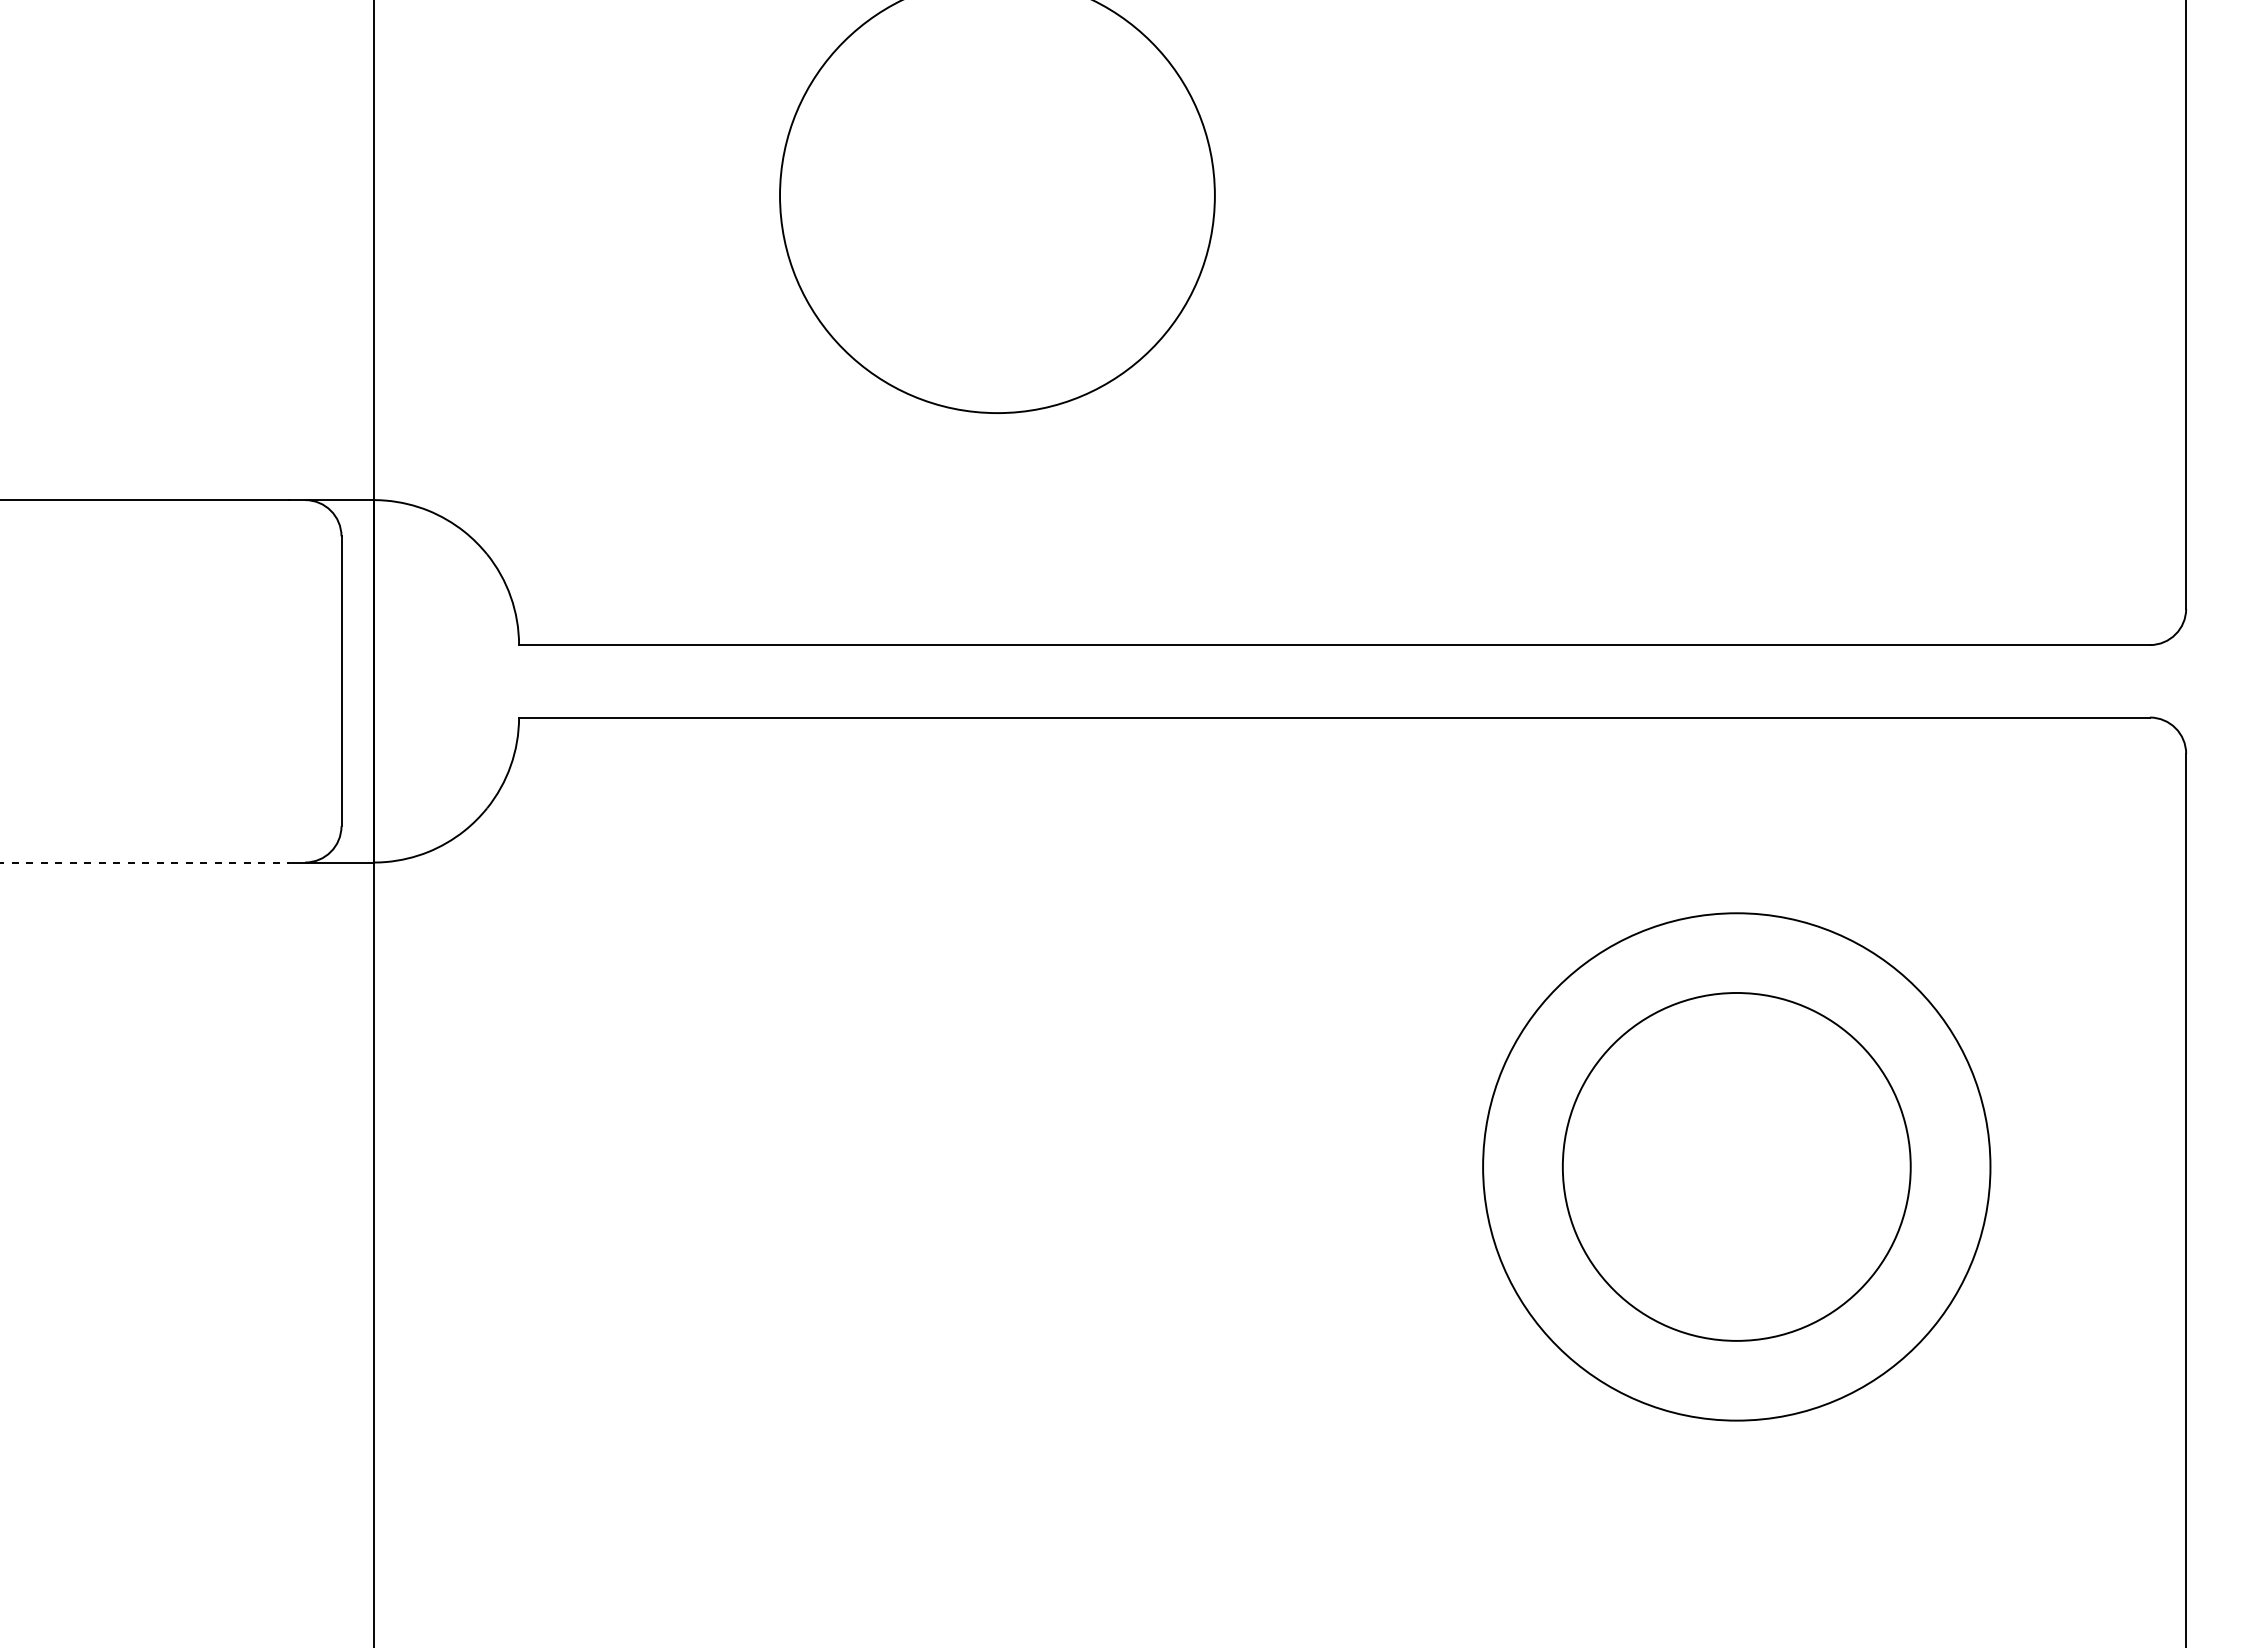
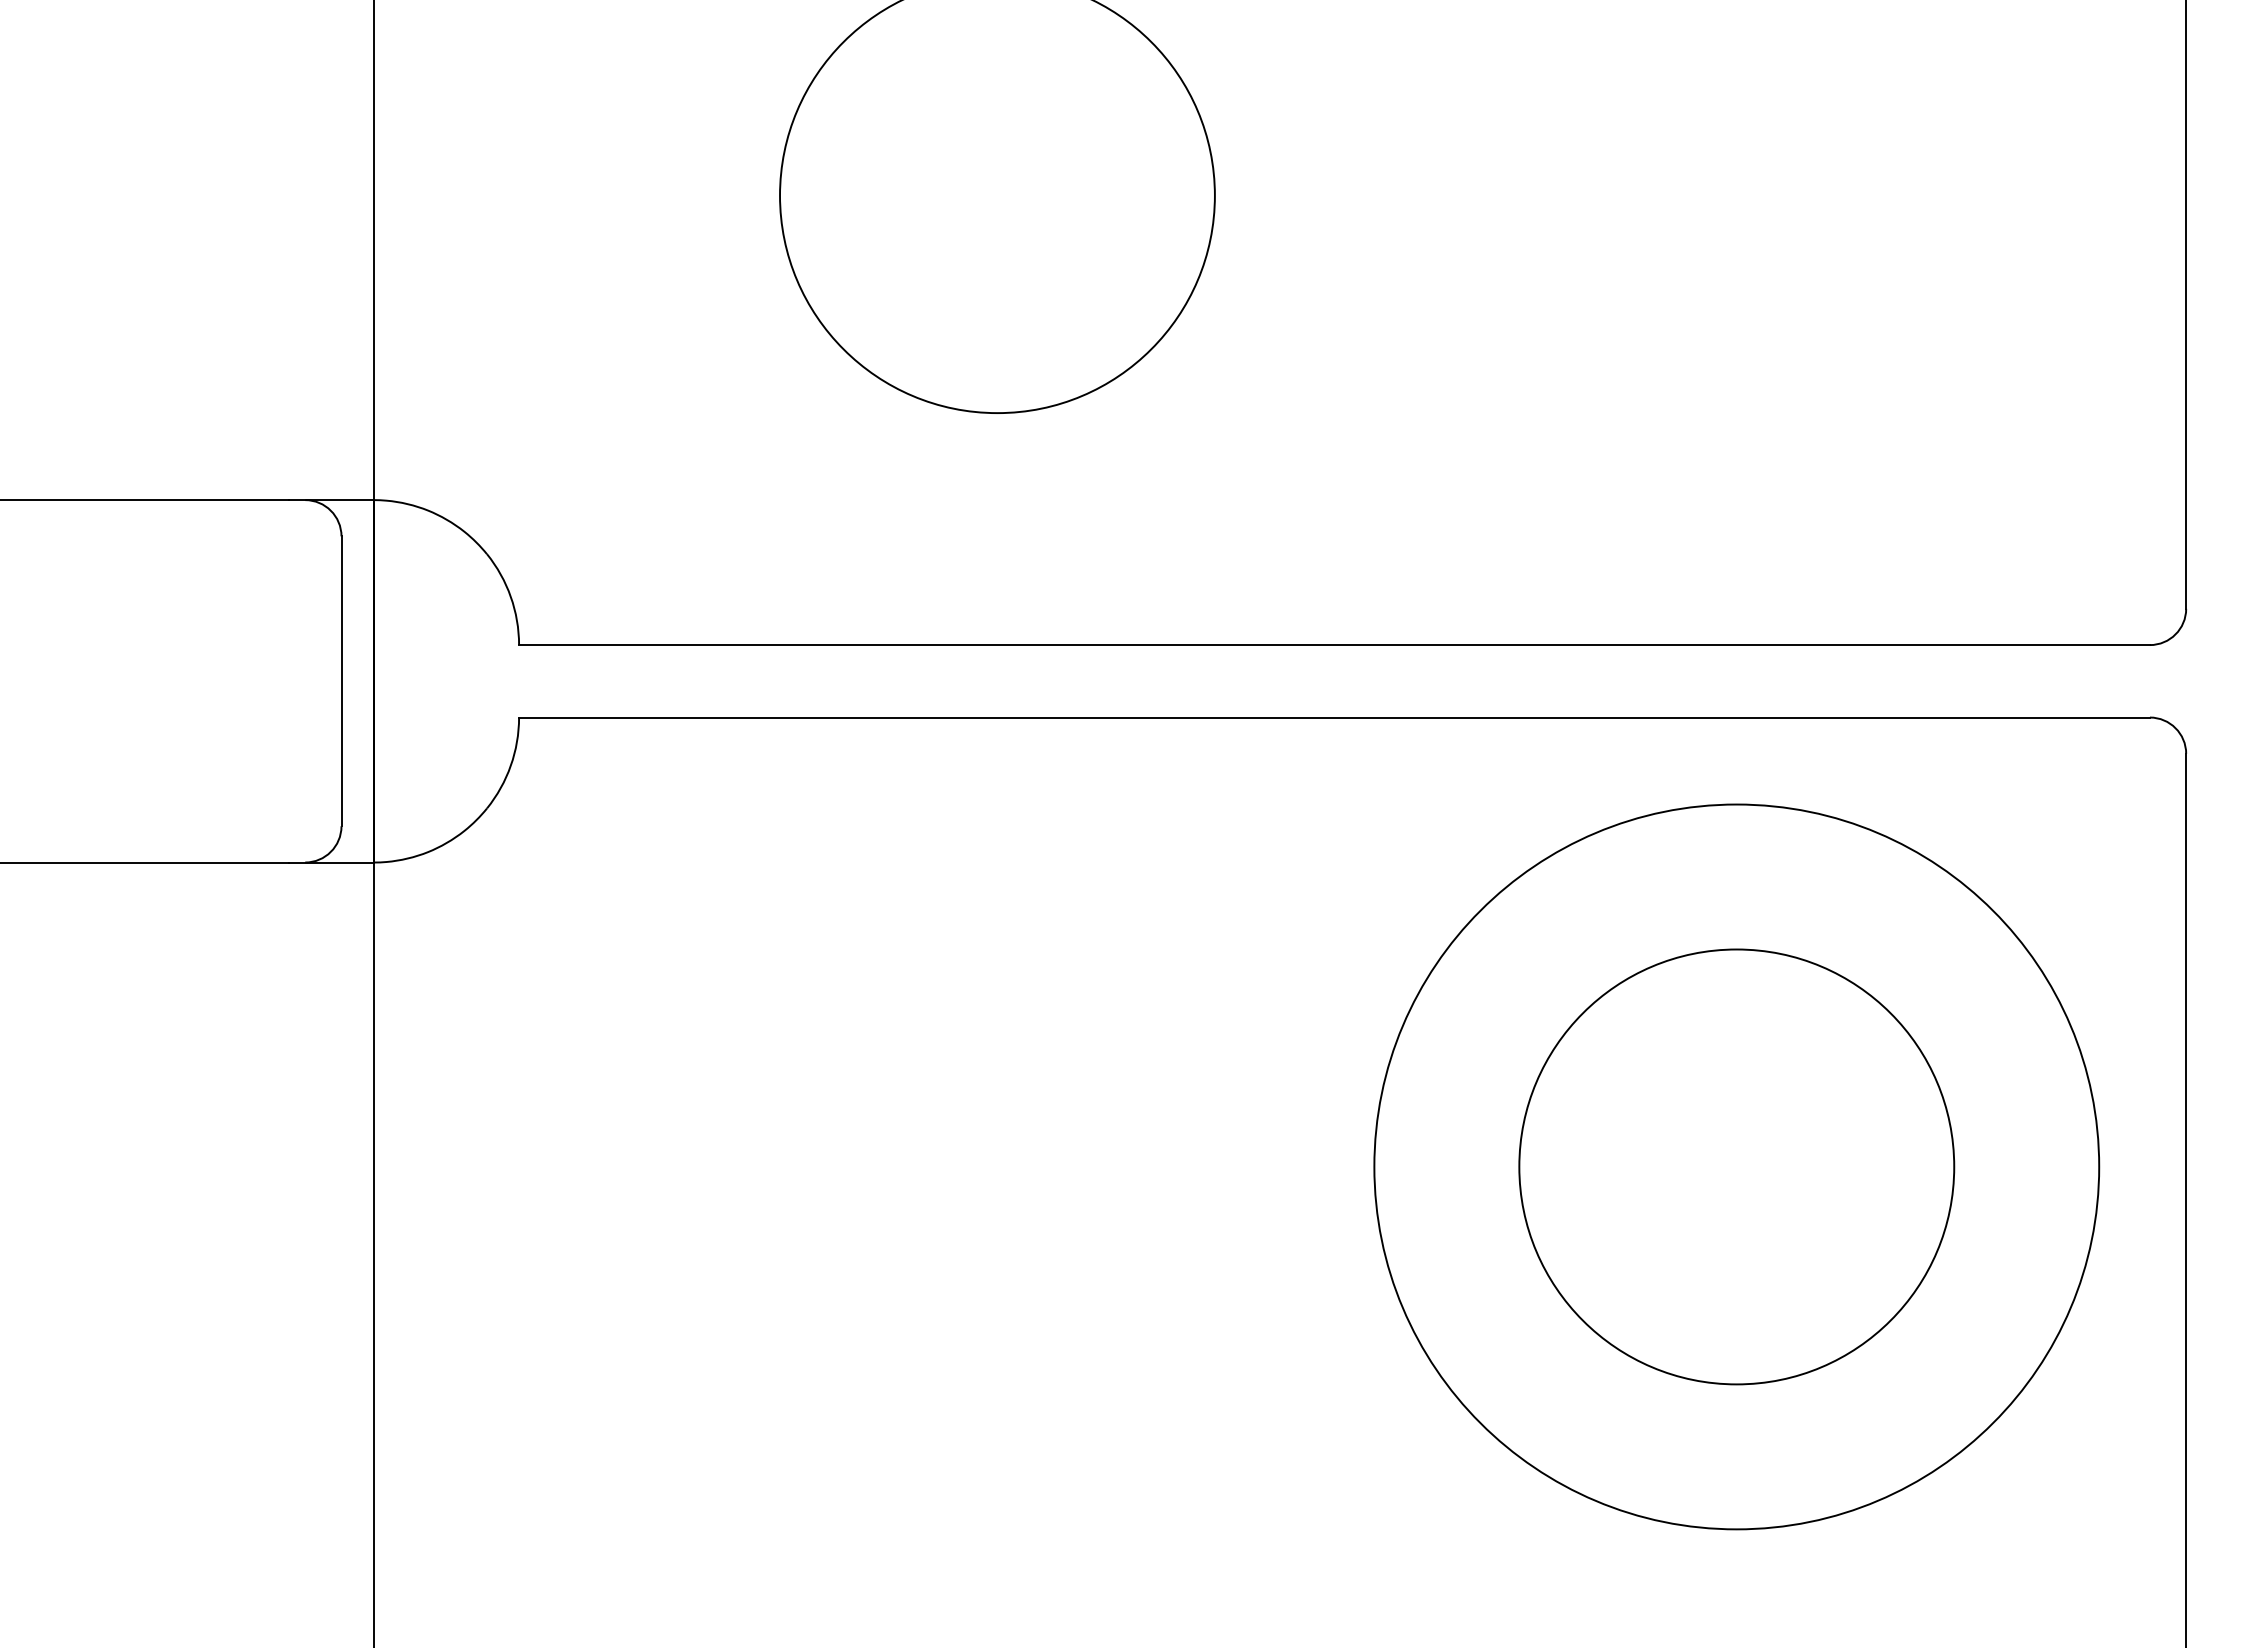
line at (144, 862): dashed -> solid
circle at (1736, 1166) diameter: 348 px -> 435 px
circle at (1736, 1166) diameter: 507 px -> 725 px
